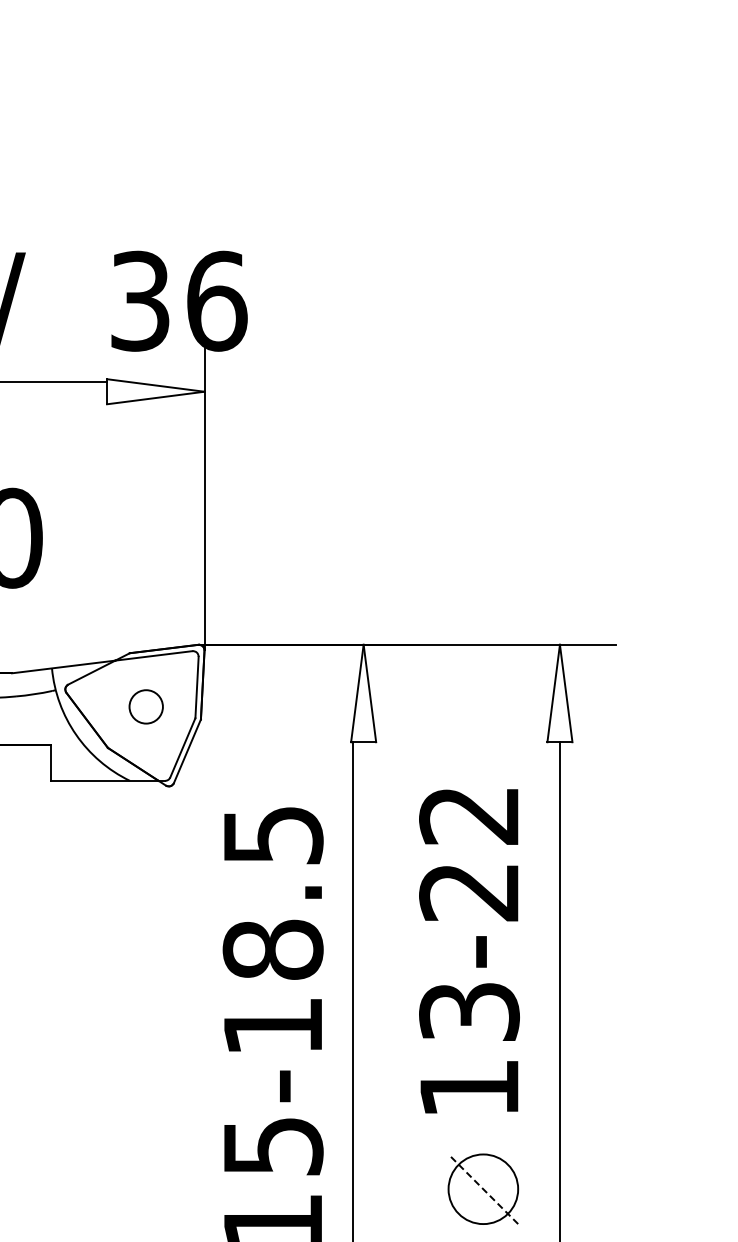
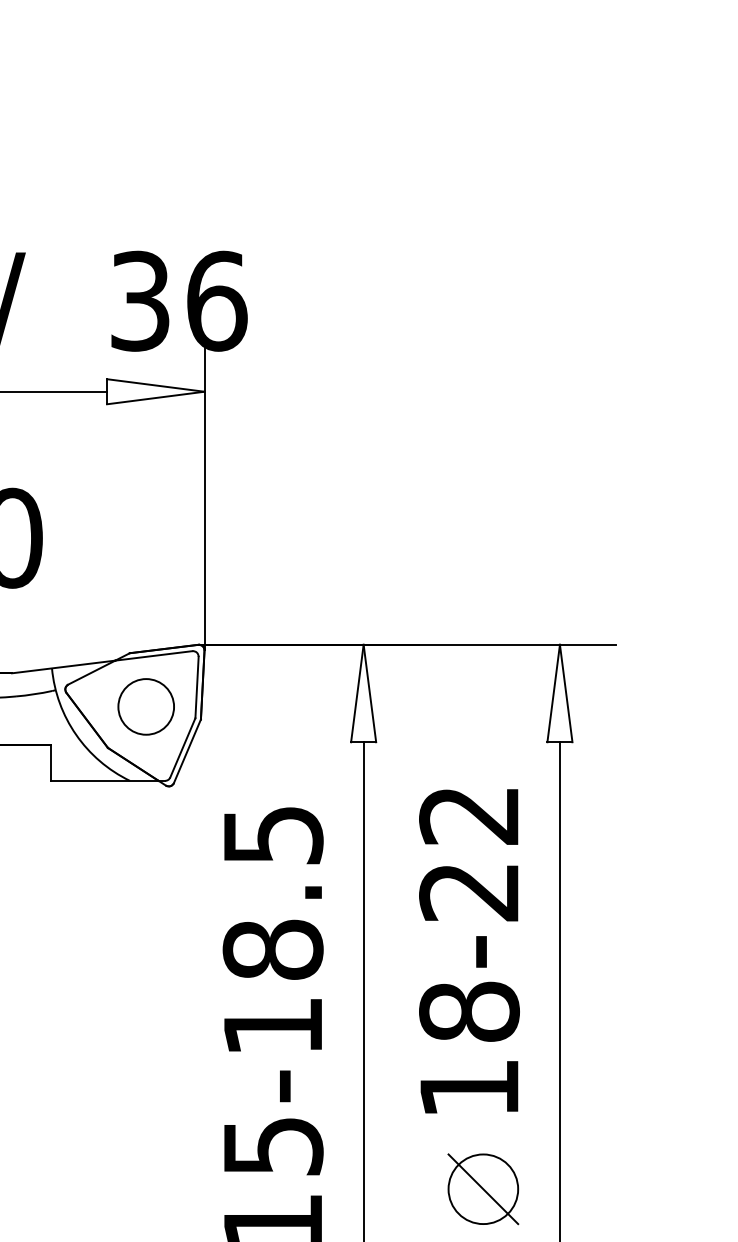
line at (54, 381) position: (54, 381) -> (54, 391)
circle at (145, 706) diameter: 33 px -> 56 px
line at (352, 990) position: (352, 990) -> (363, 990)
text at (469, 1011): 13-22 -> 18-22
line at (483, 1188): dashed -> solid
